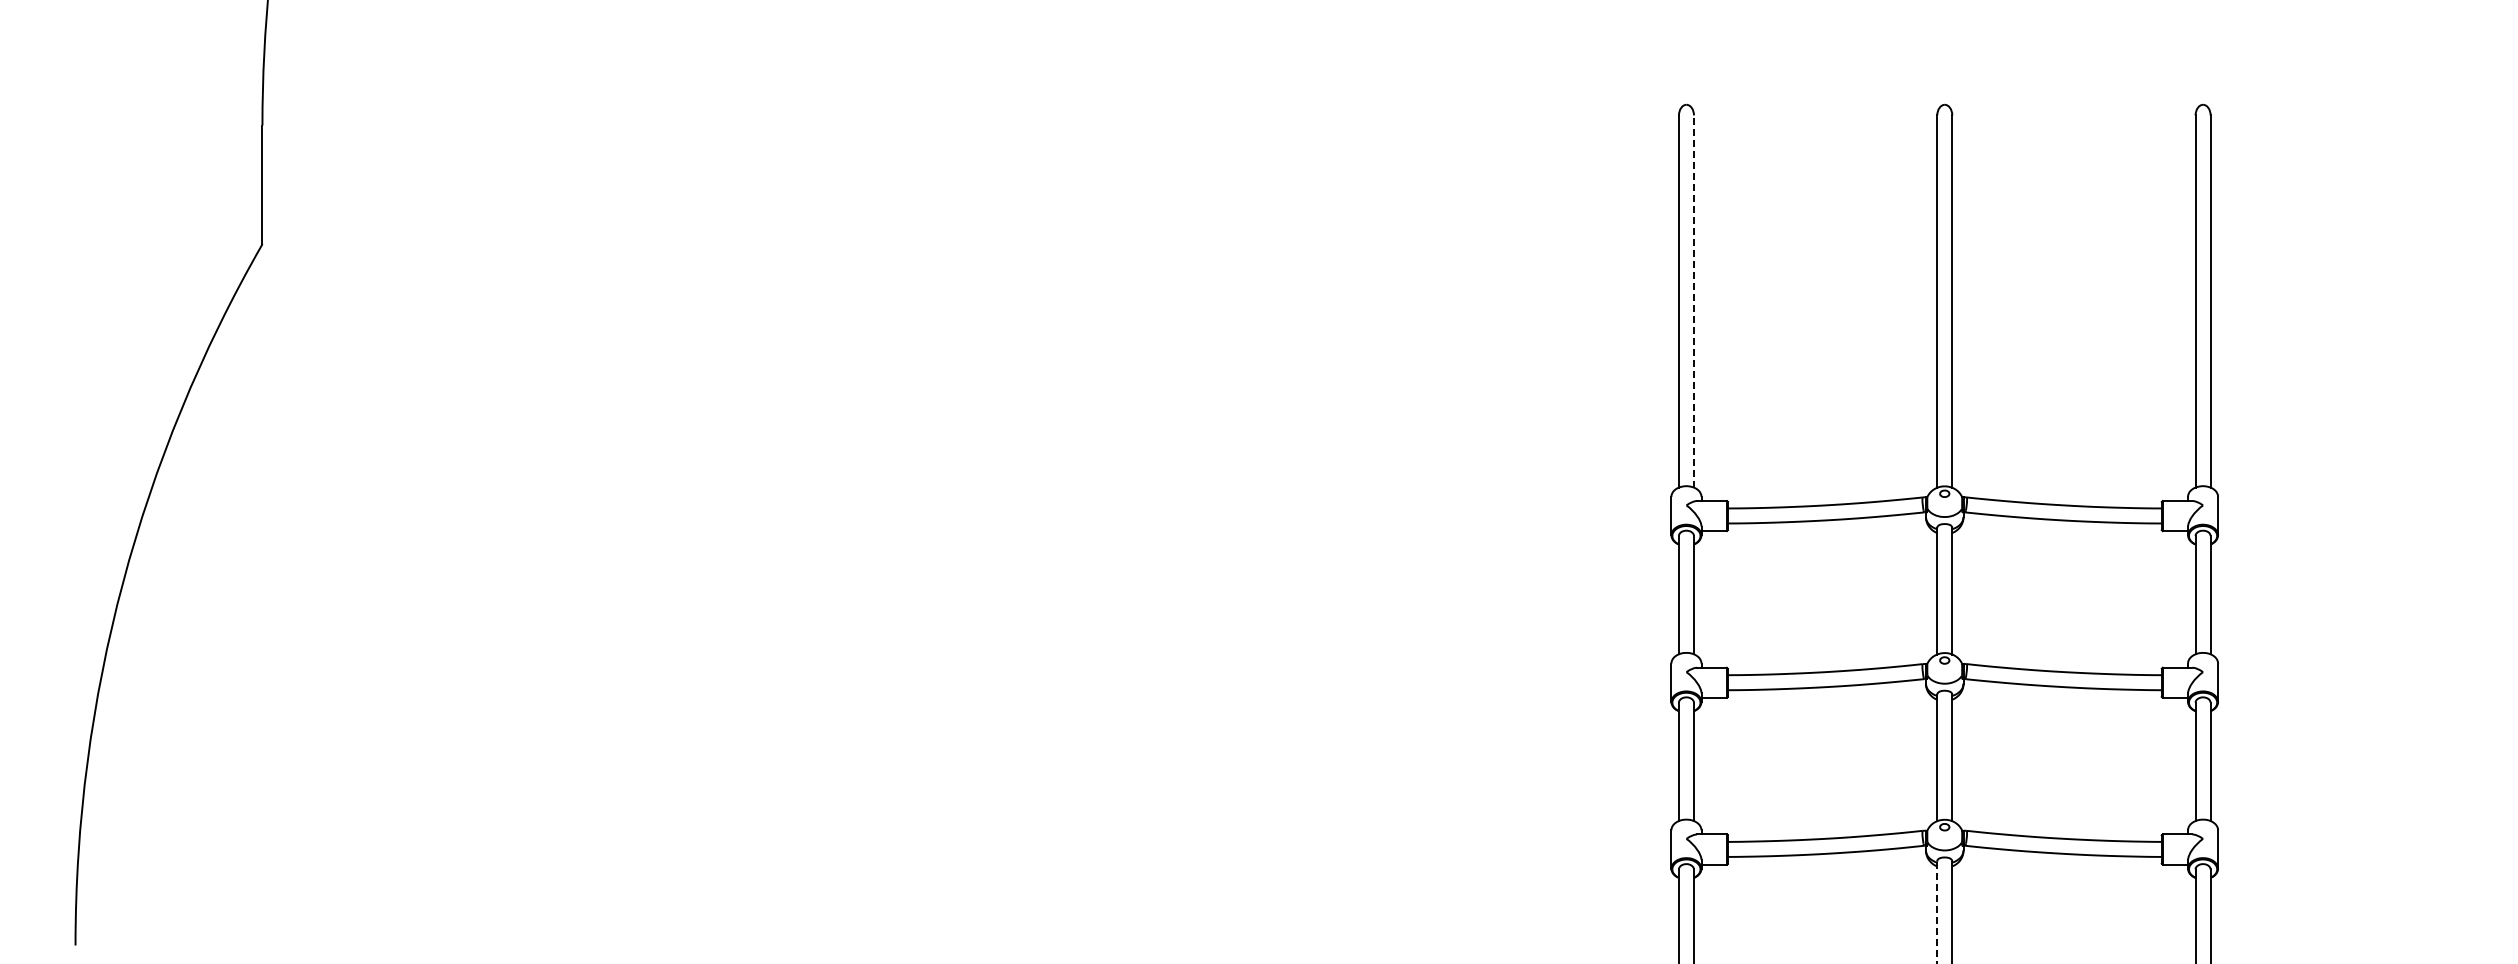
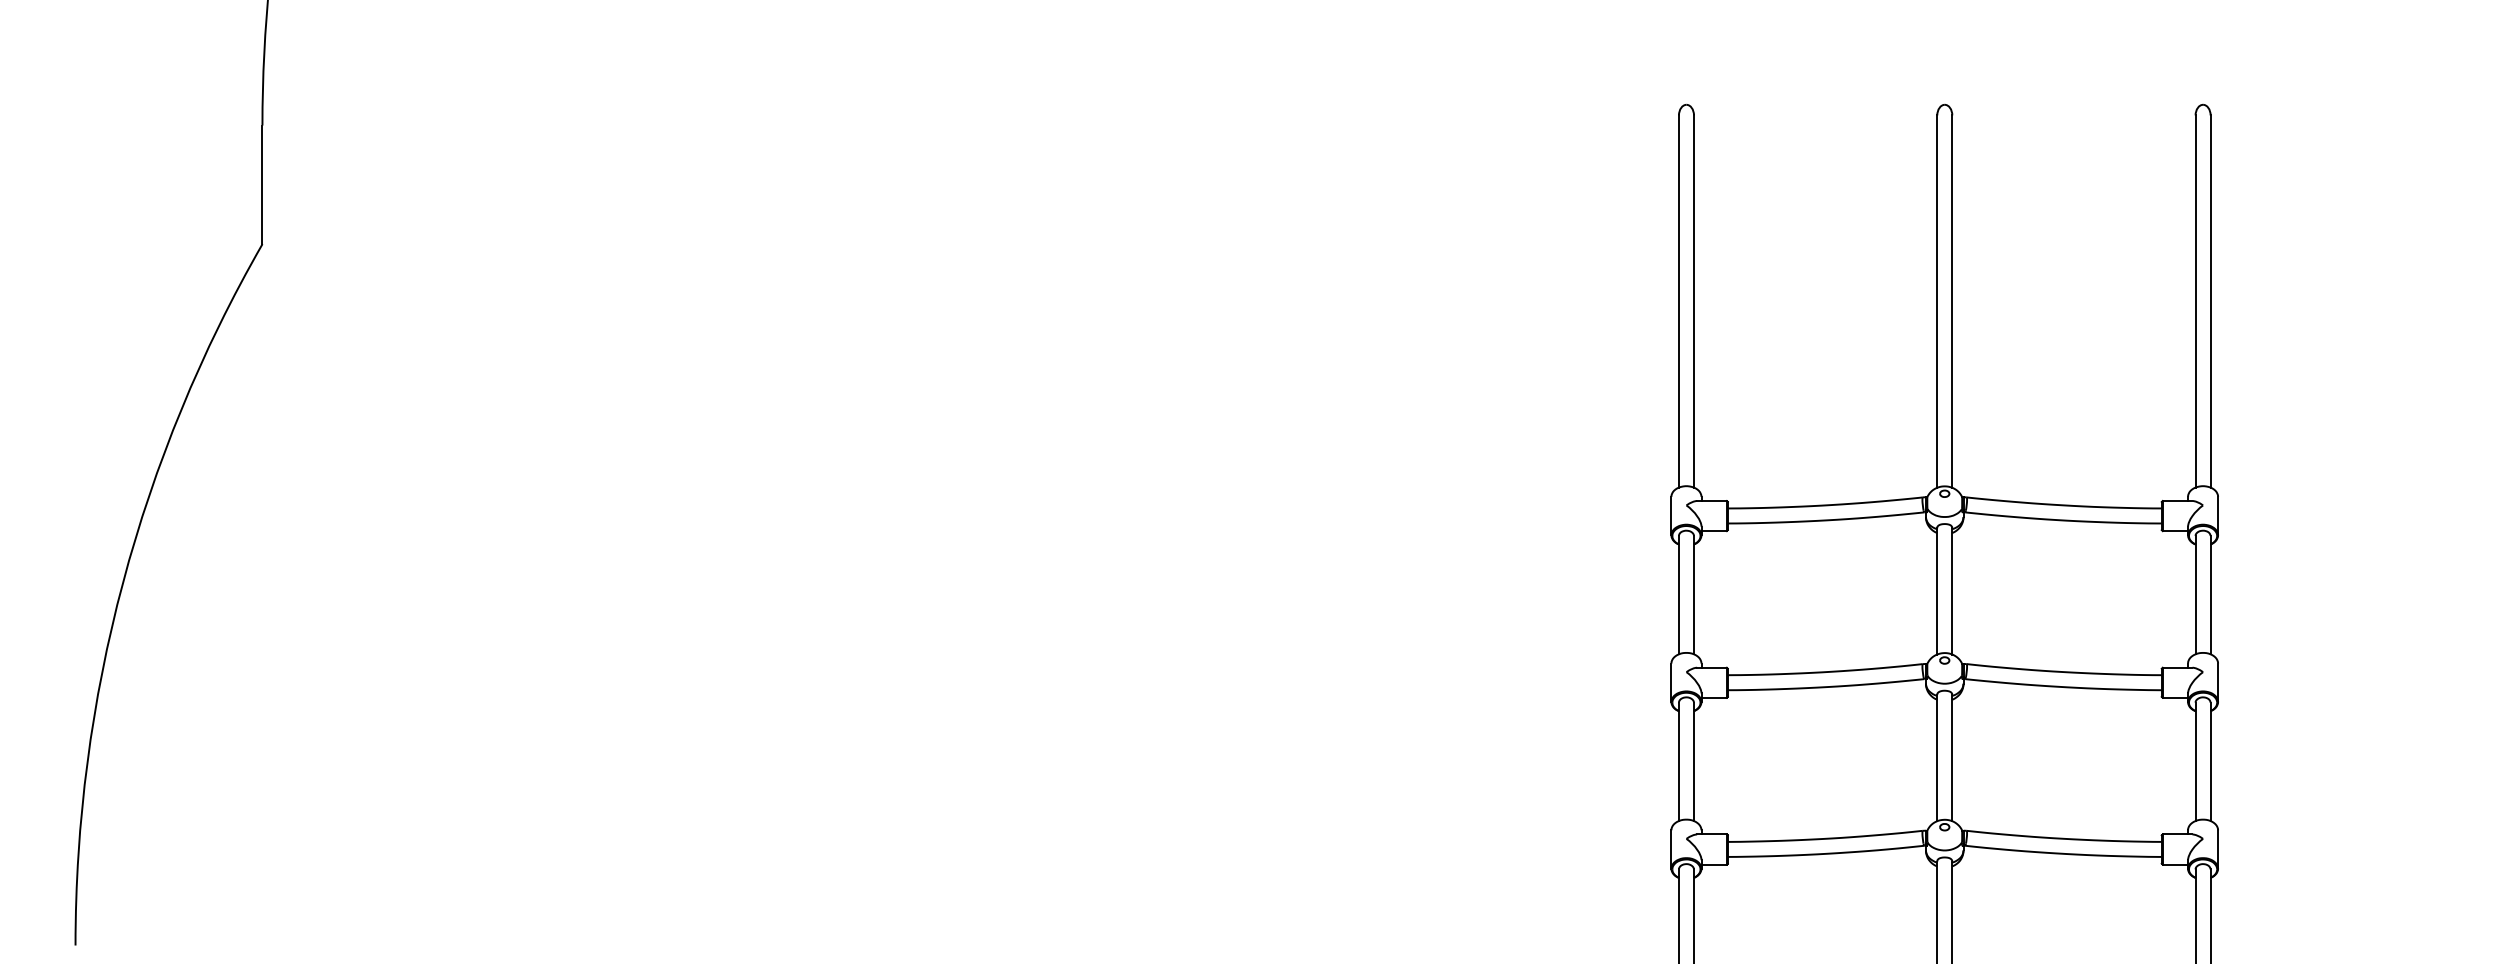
line at (1694, 301): dashed -> solid
line at (1937, 913): dashed -> solid
